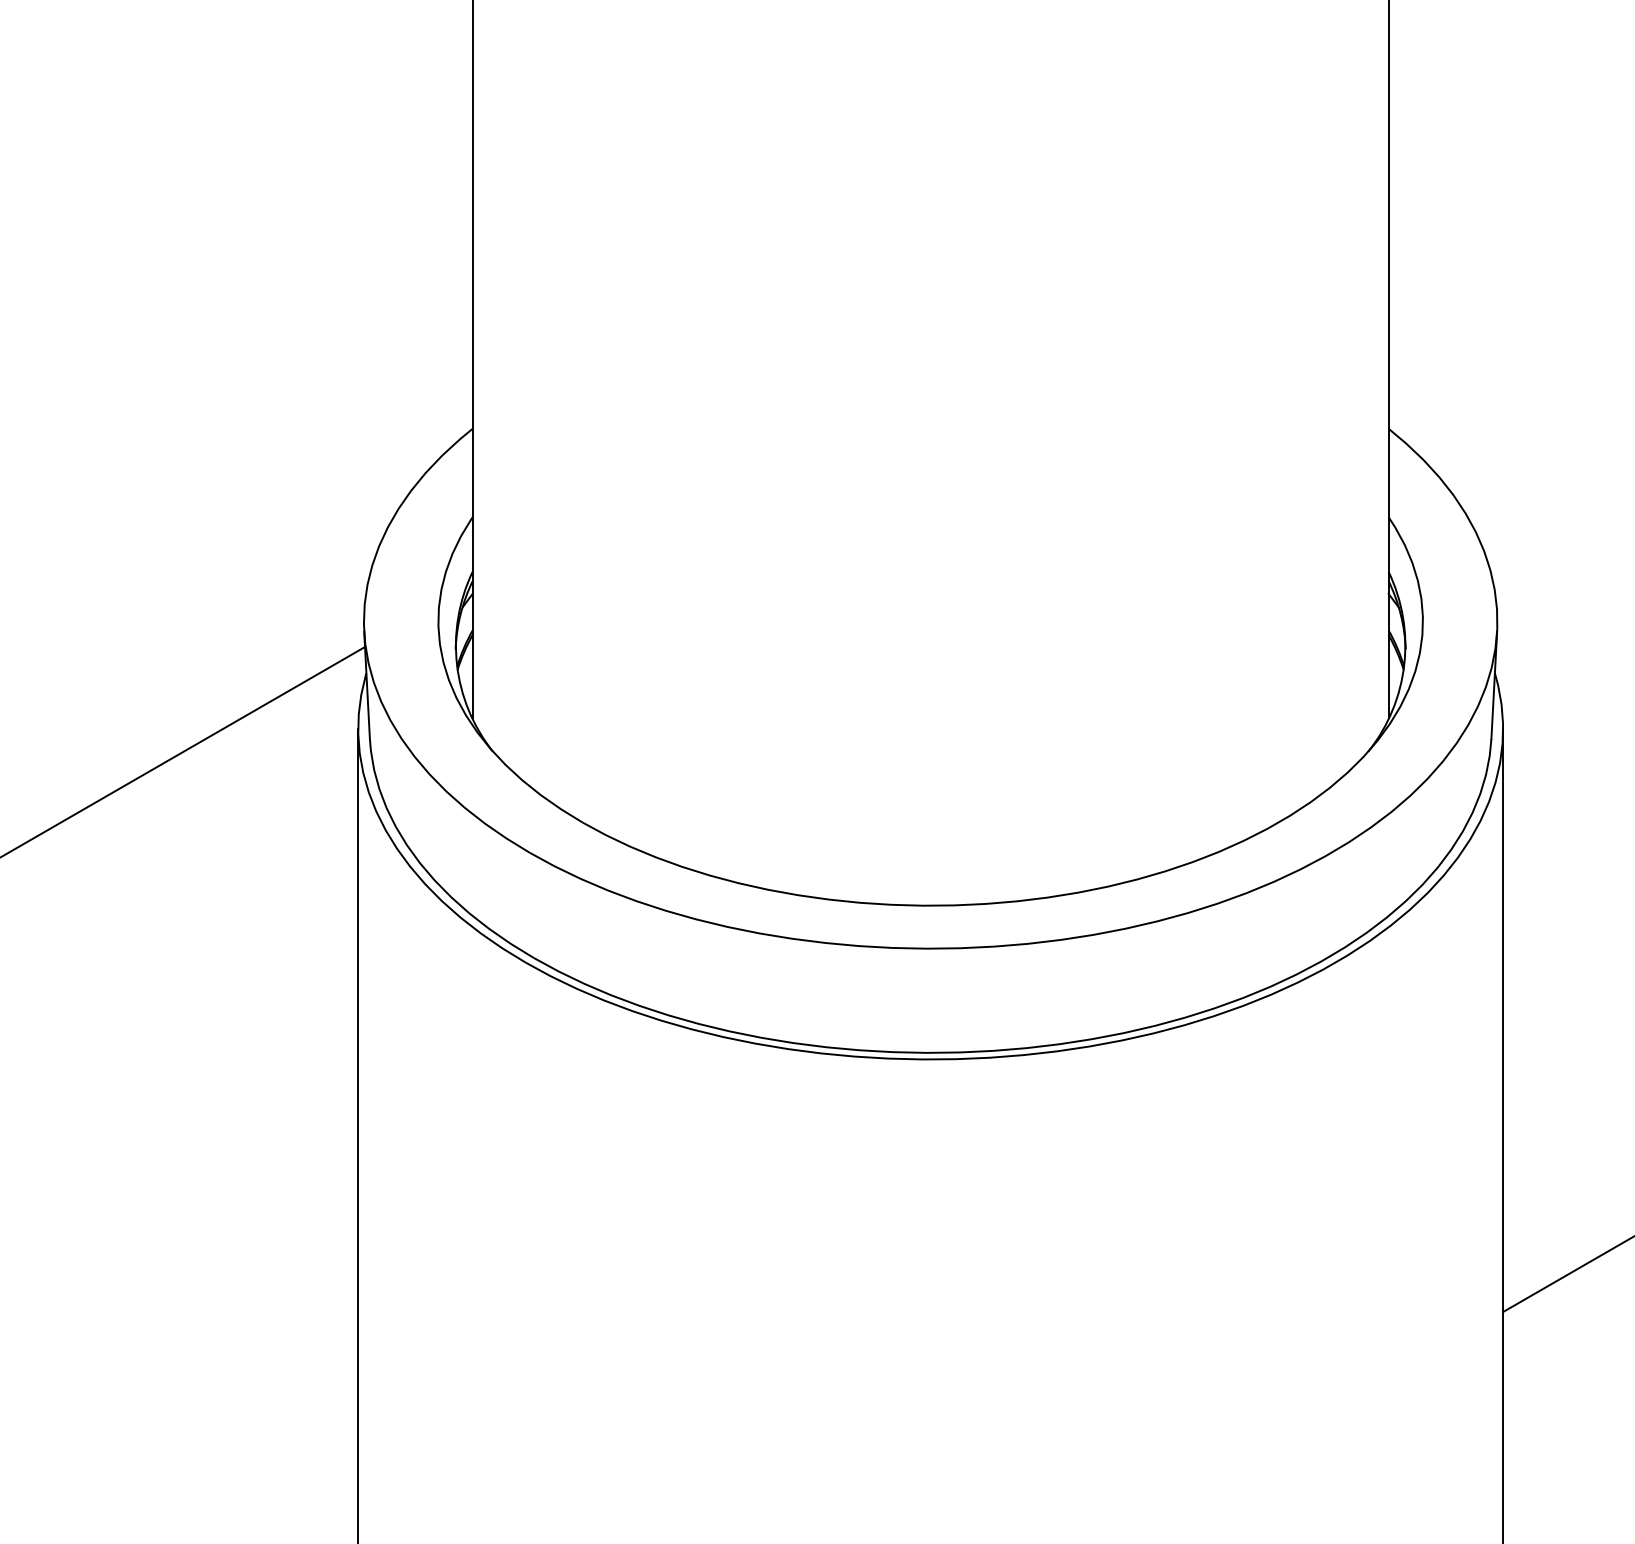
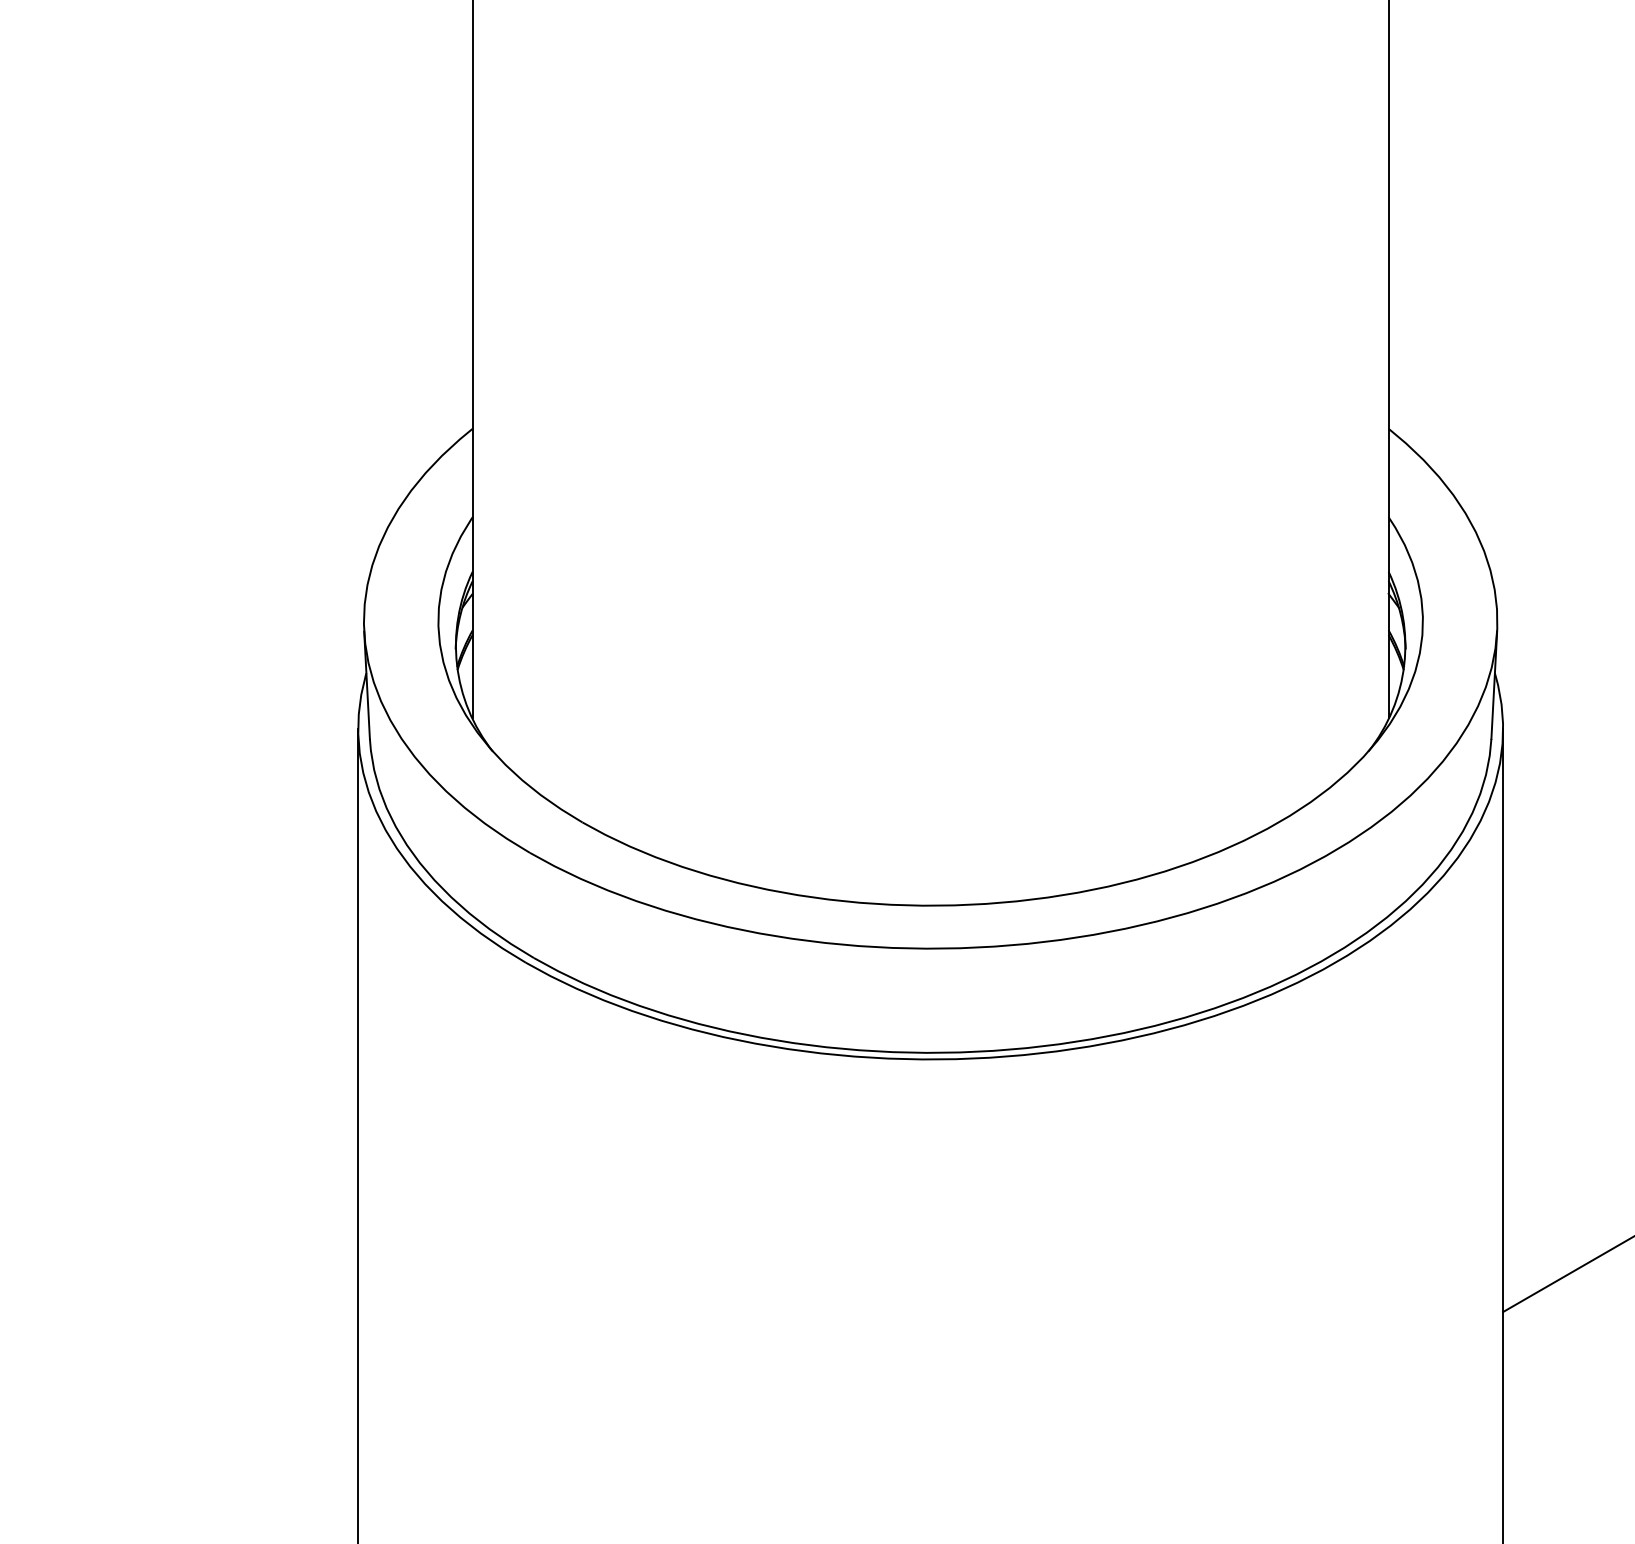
line at (183, 751): present -> none
